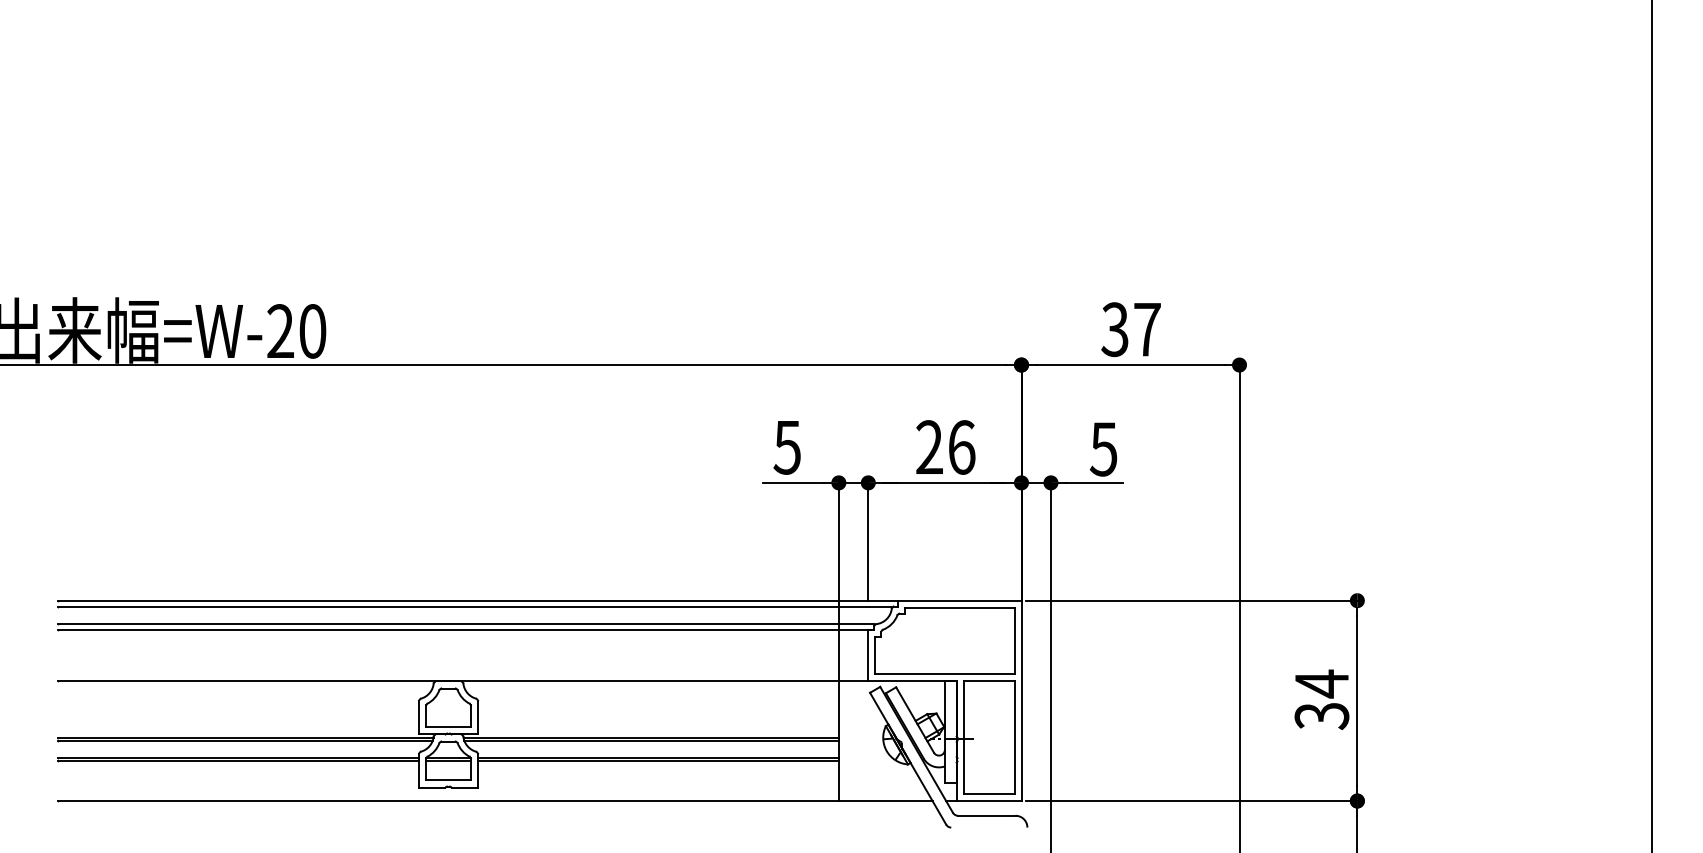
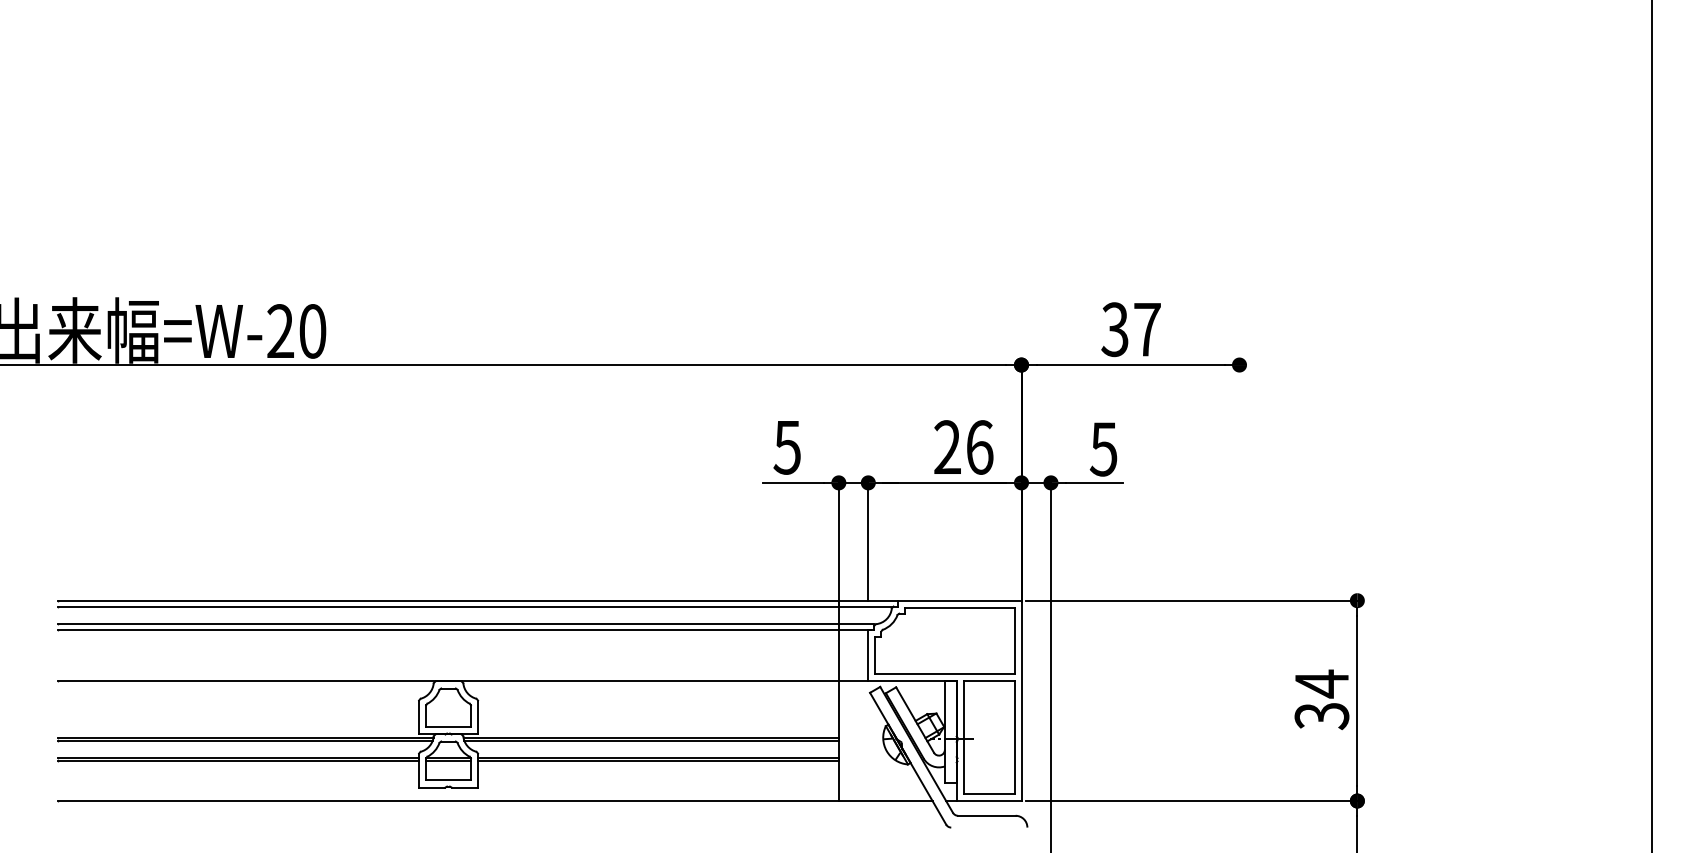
text at (945, 447) position: (945, 447) -> (963, 447)
line at (1239, 604): present -> none
